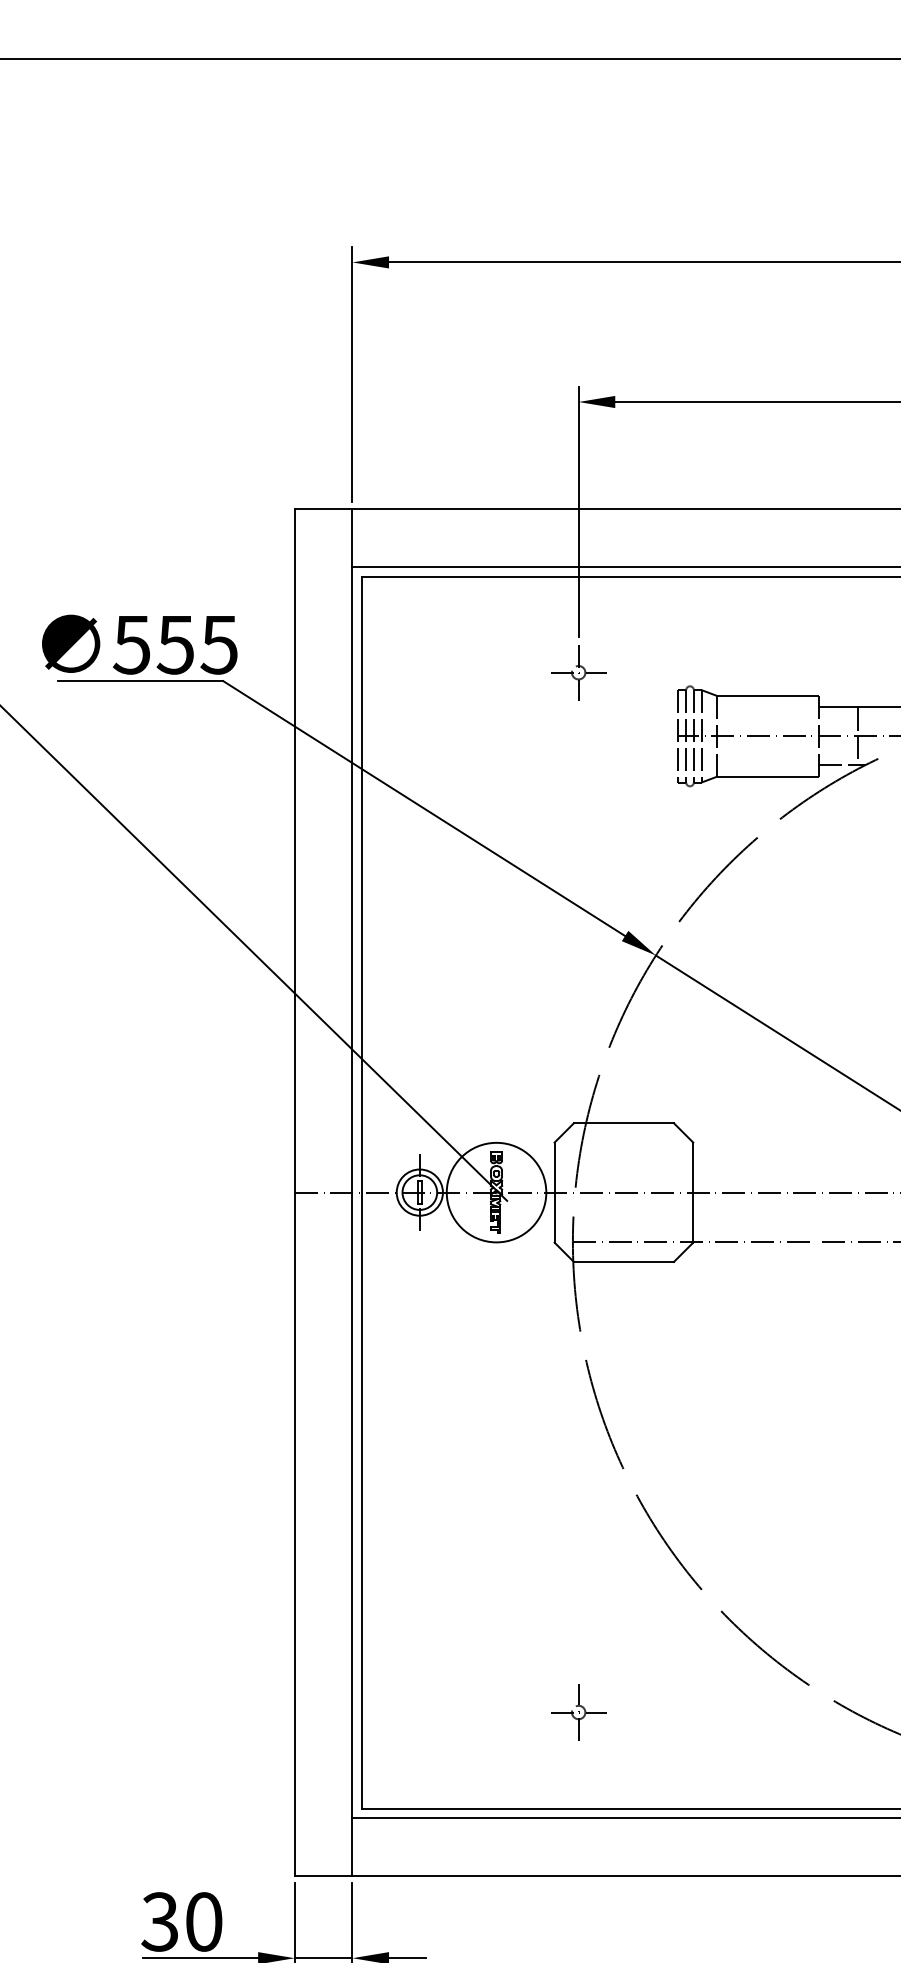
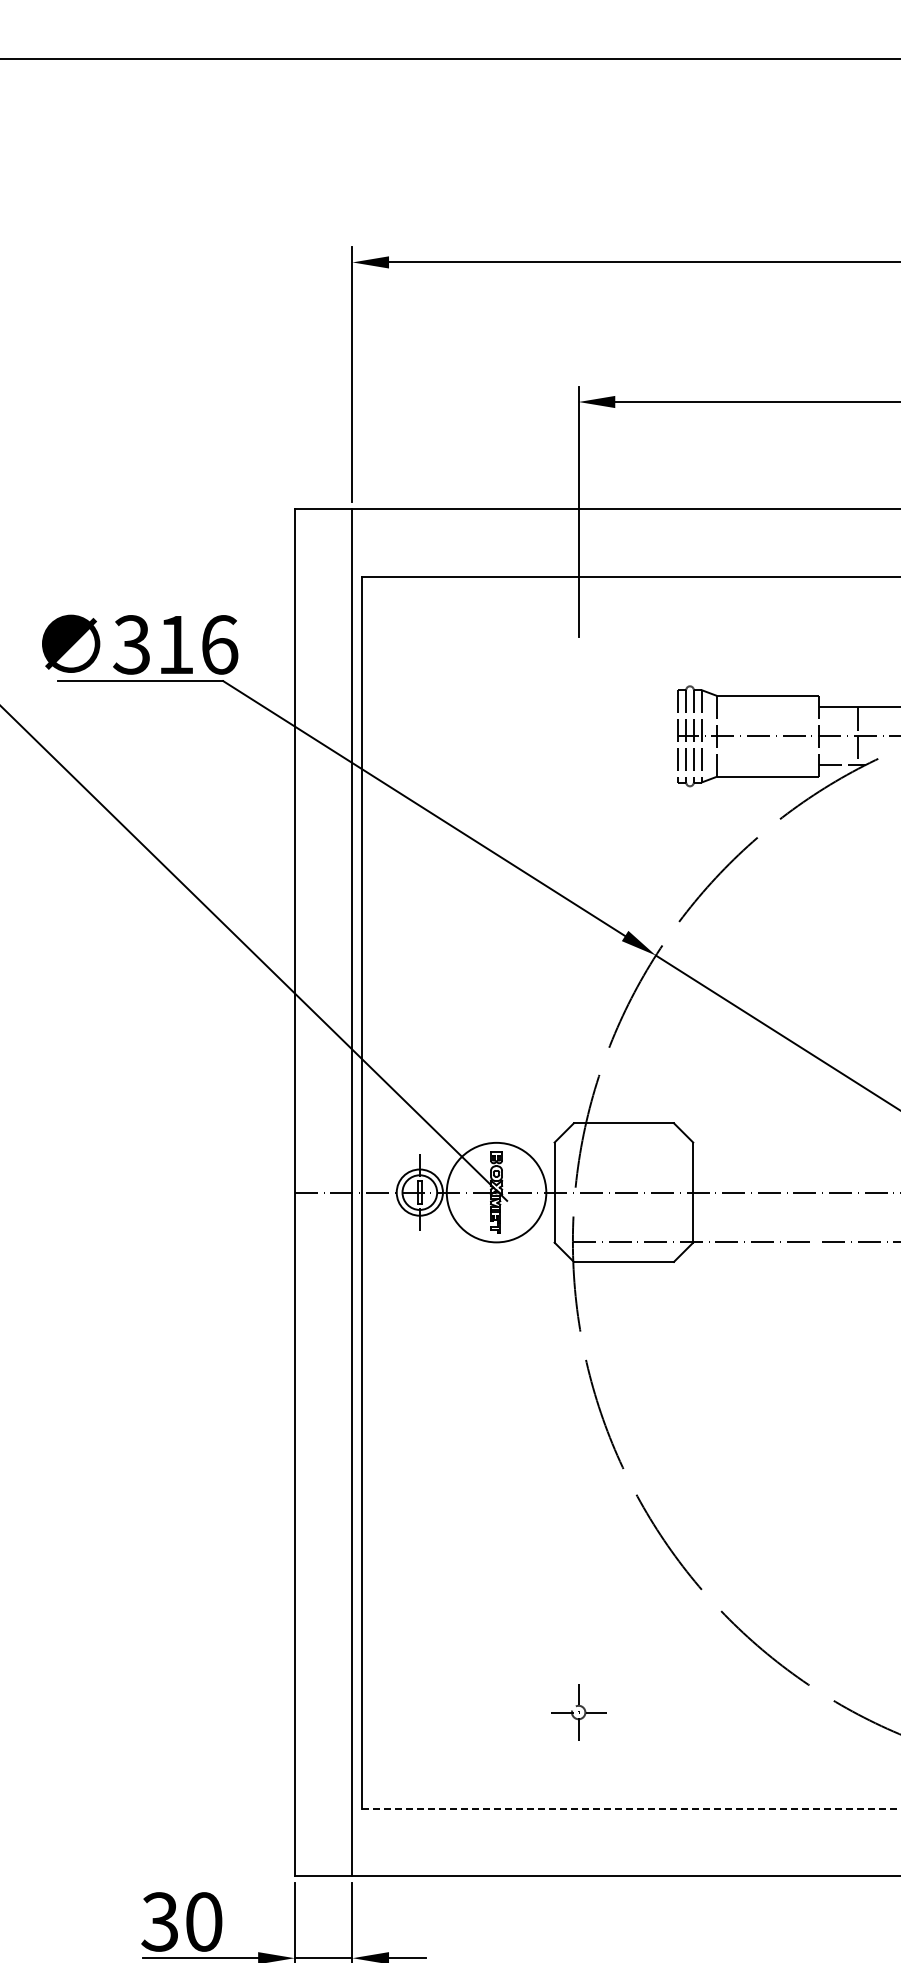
line at (624, 566): present -> none
text at (175, 644): 555 -> 316
part at (578, 672): present -> none
line at (631, 1808): solid -> dashed
line at (624, 1818): present -> none
